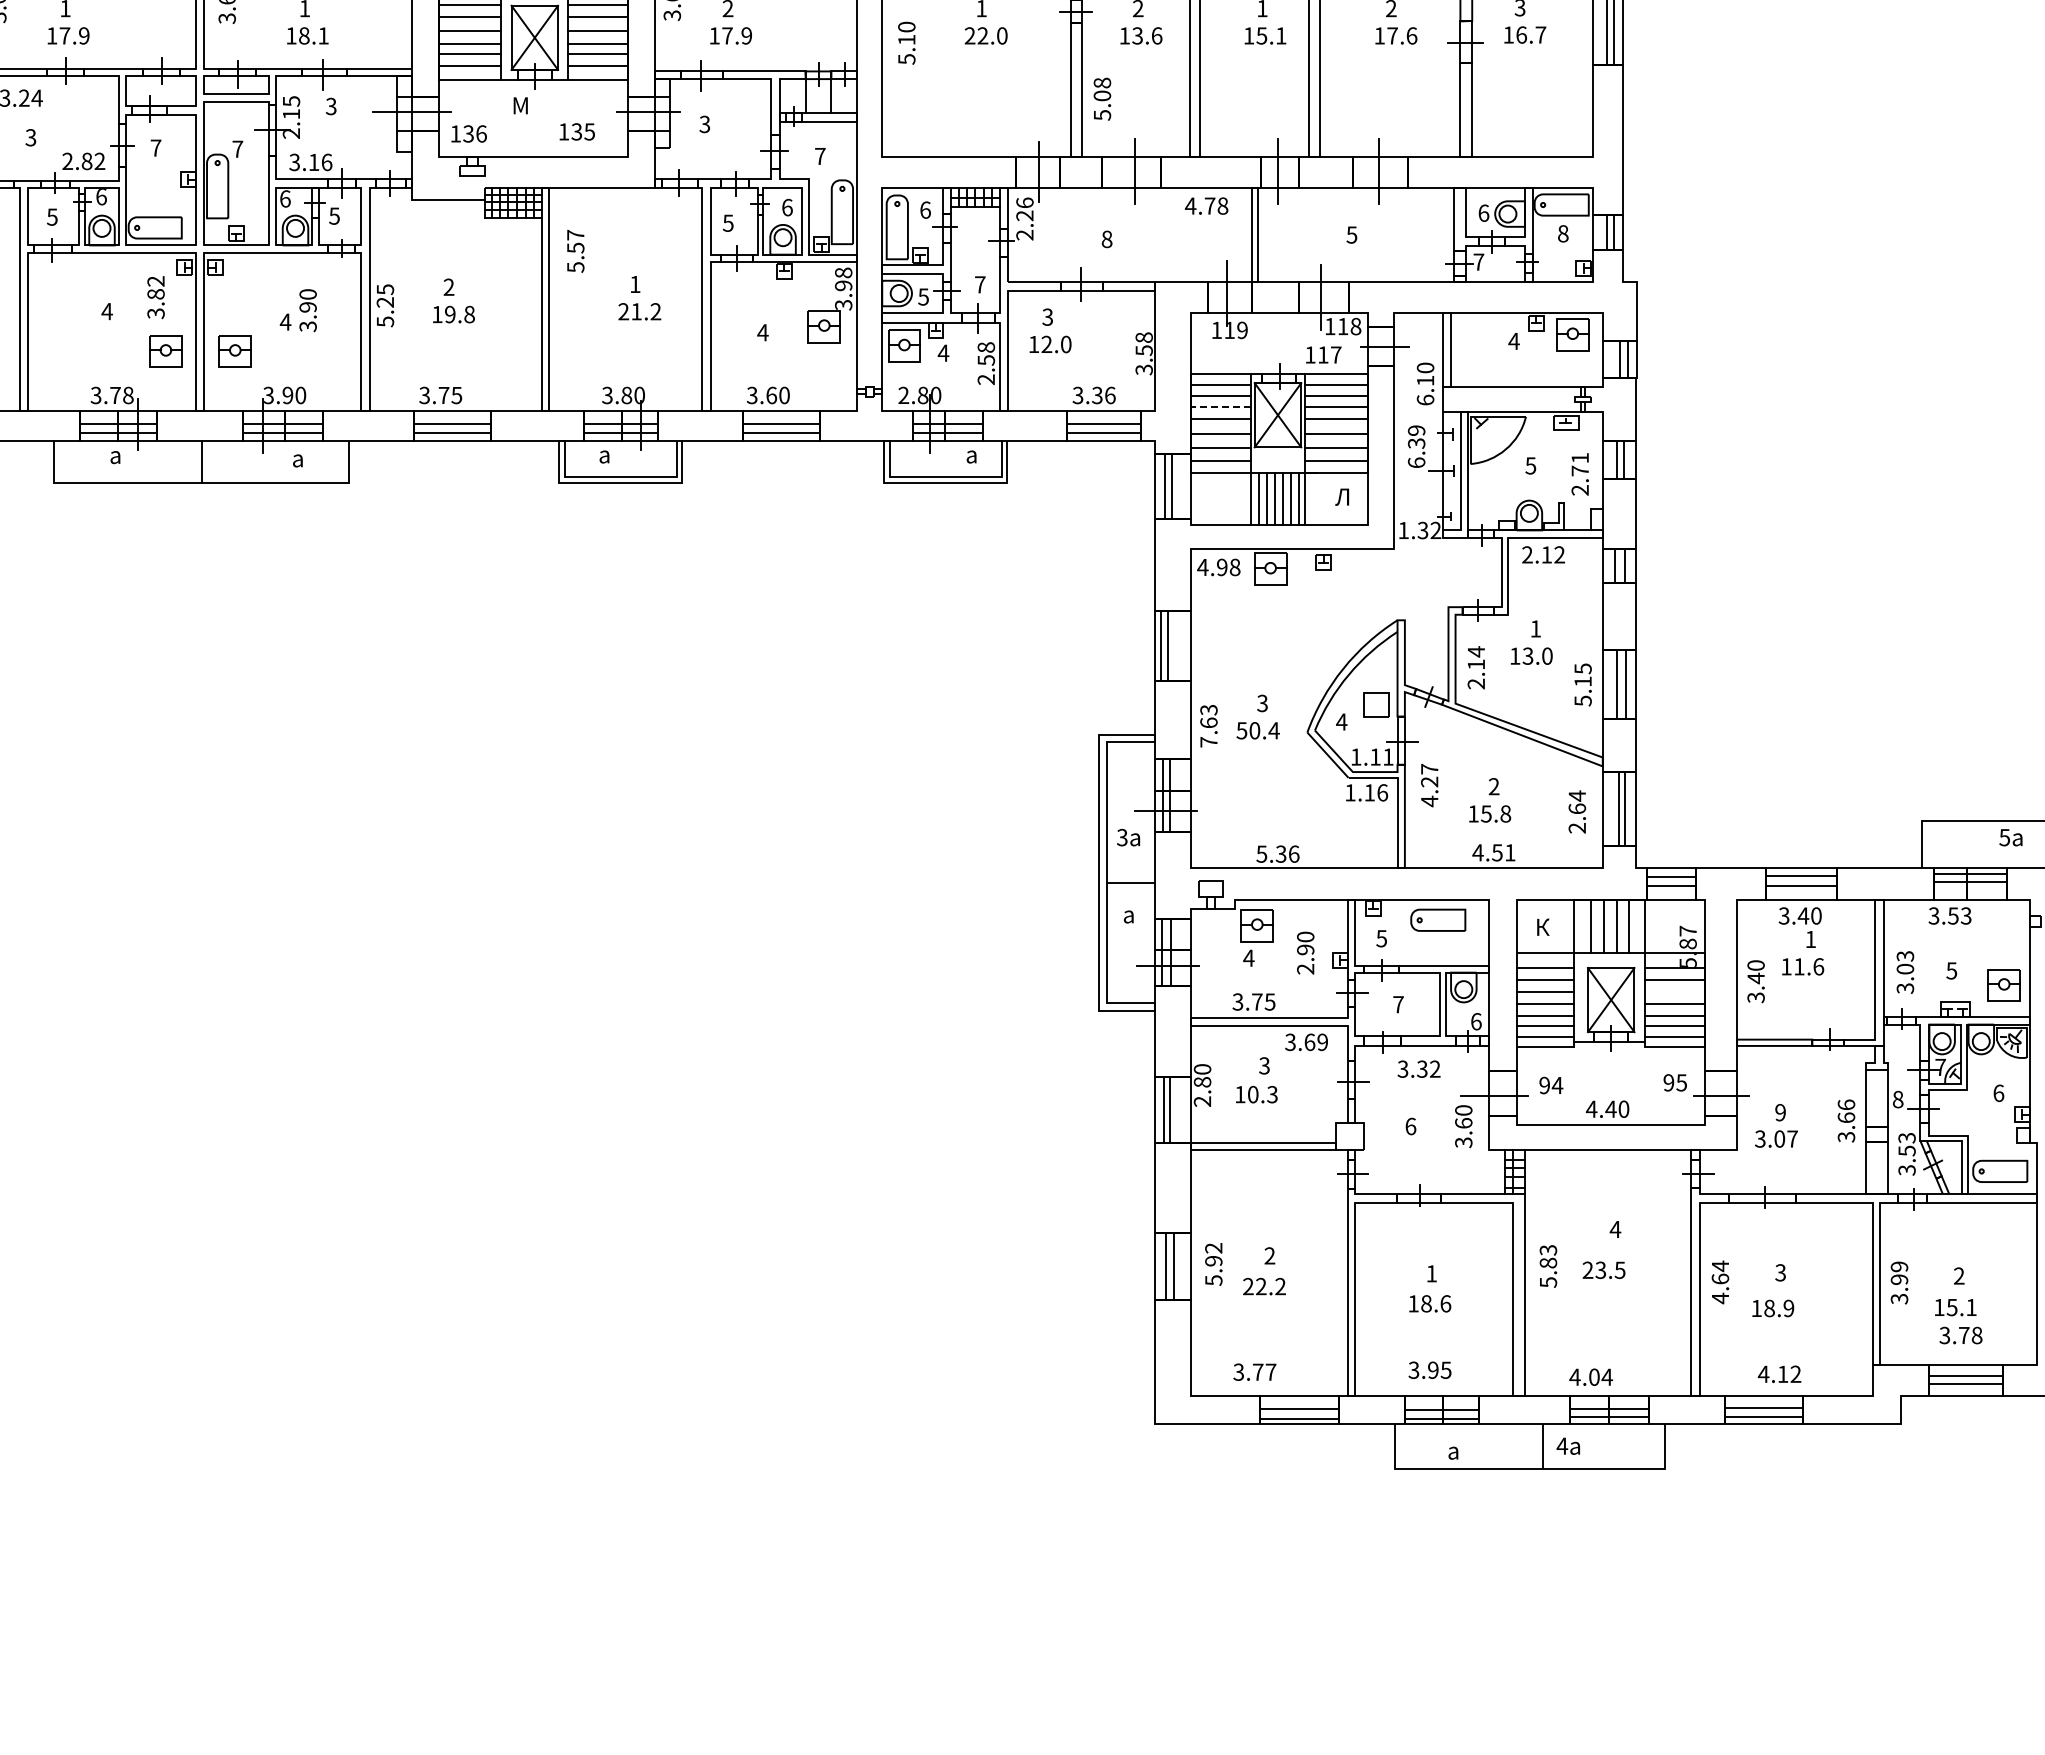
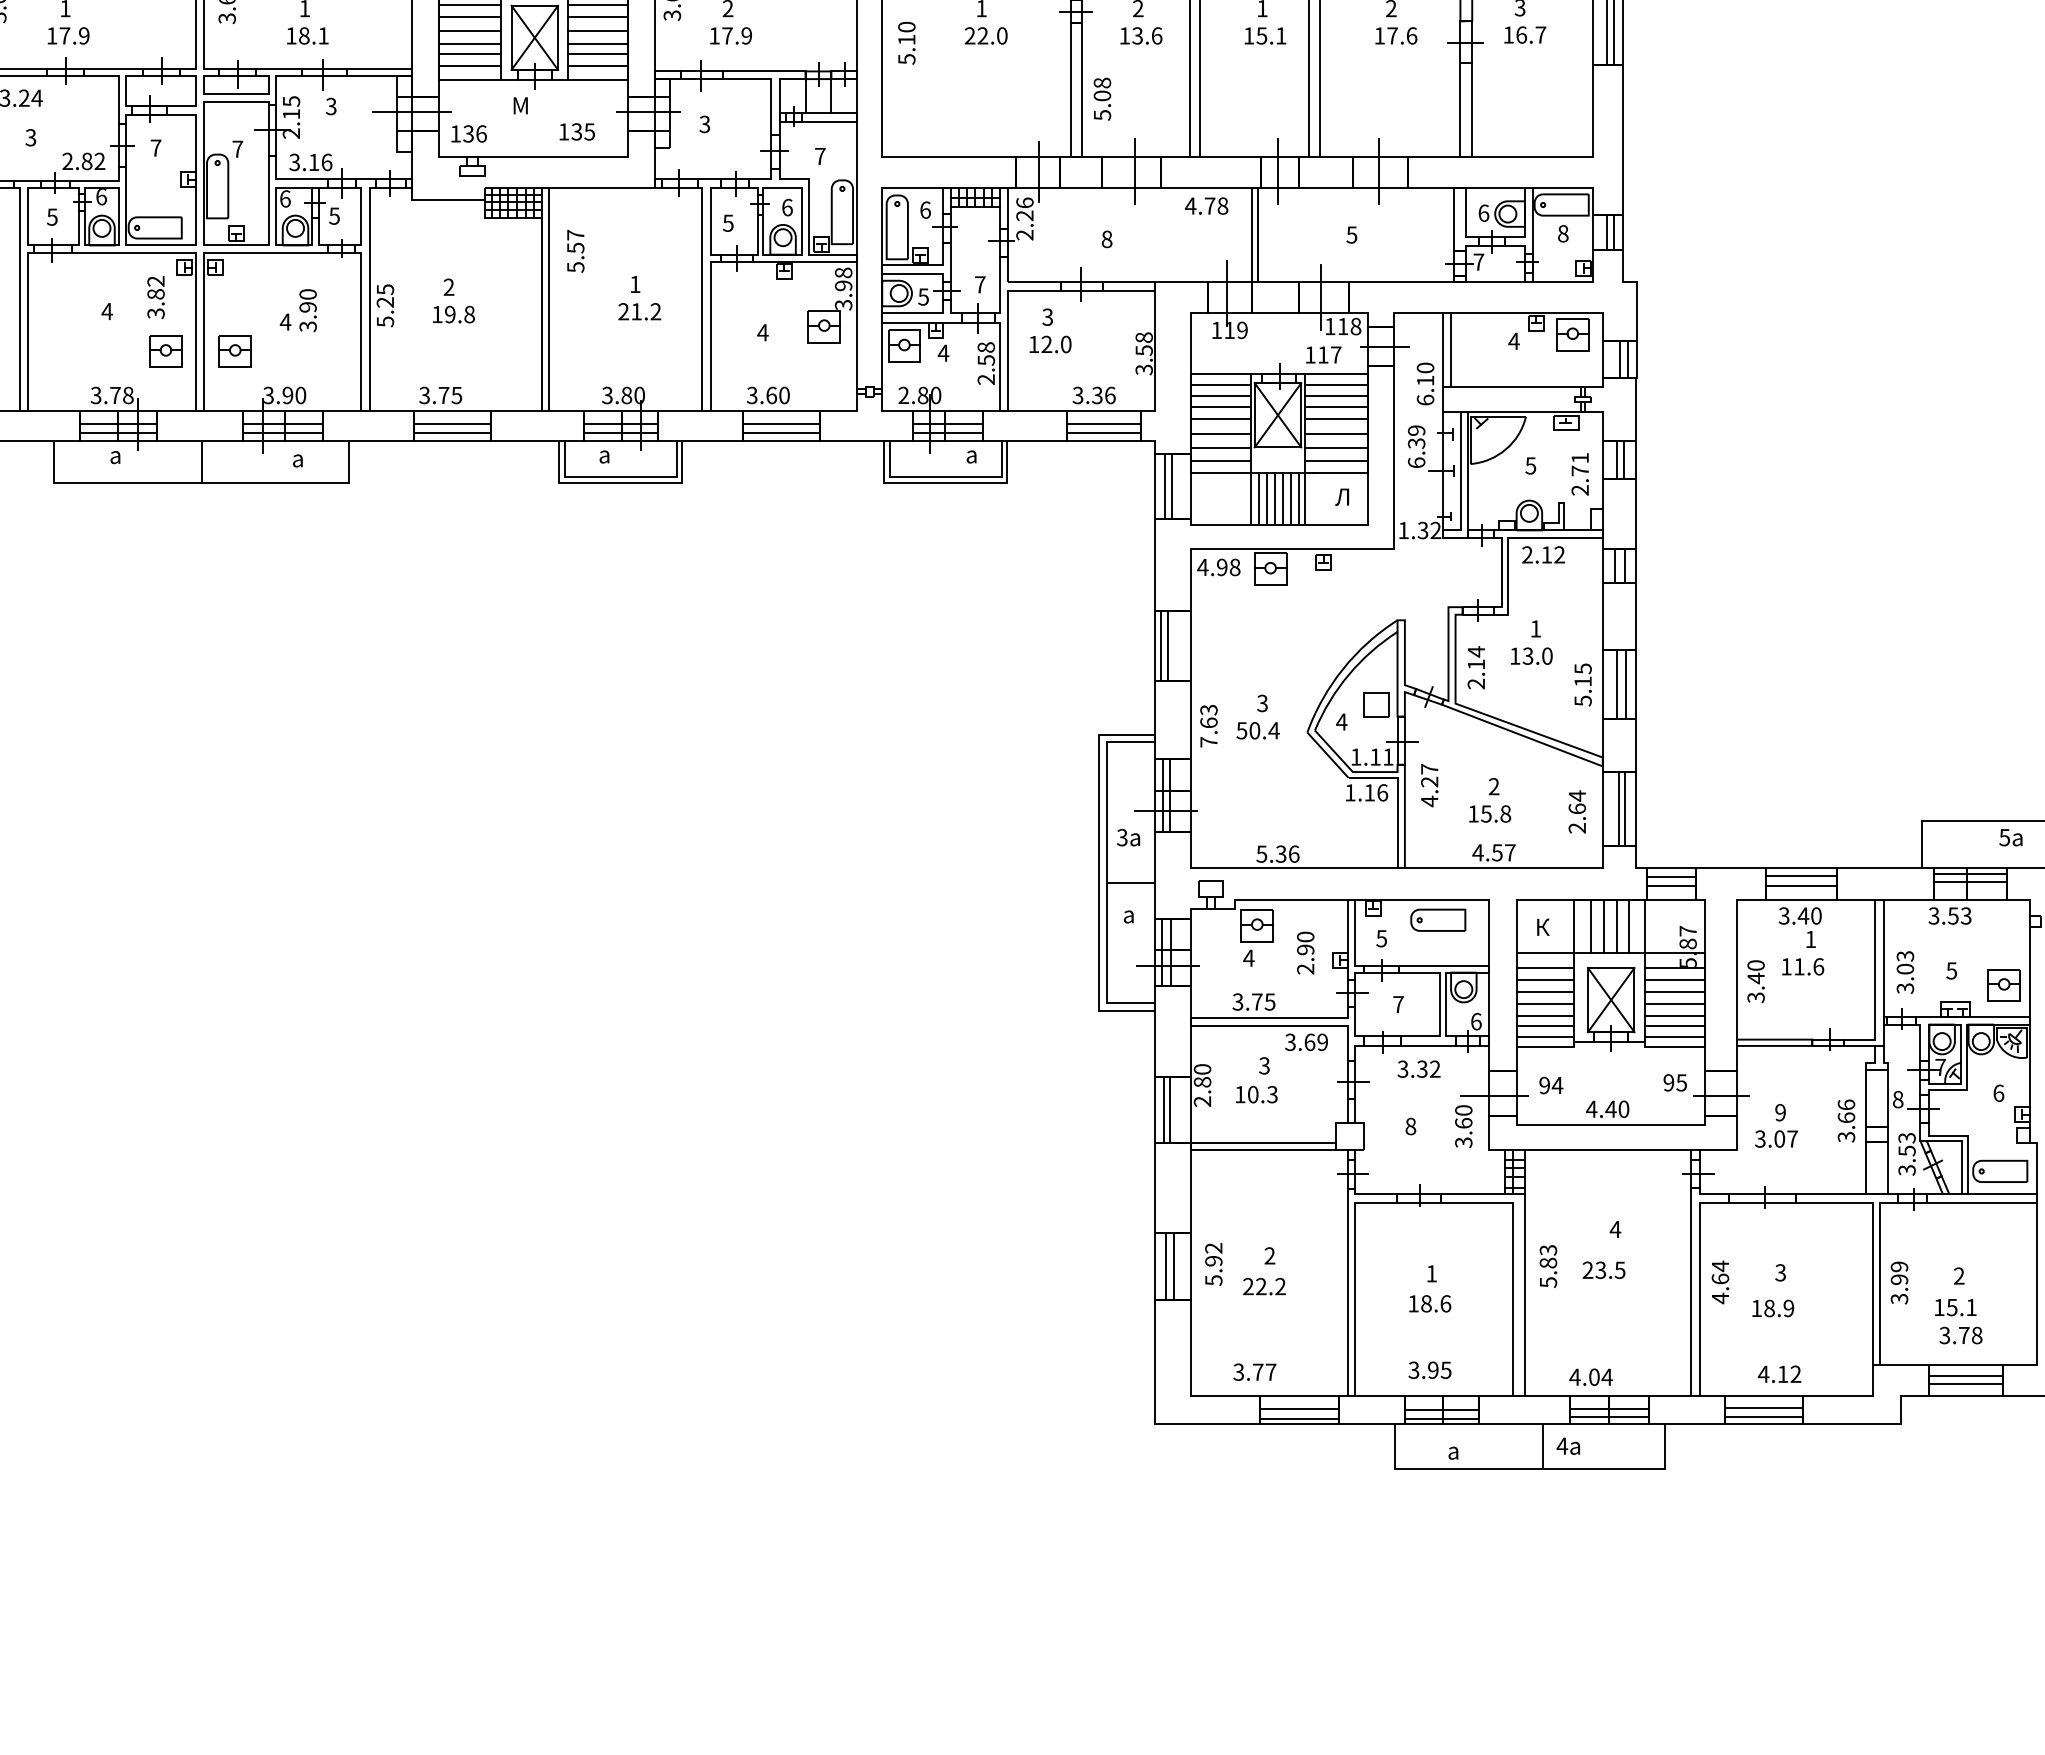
line at (1220, 407): dashed -> solid
text at (1510, 852): 4.51 -> 4.57
line at (1674, 992): none -> present
text at (1410, 1126): 6 -> 8
